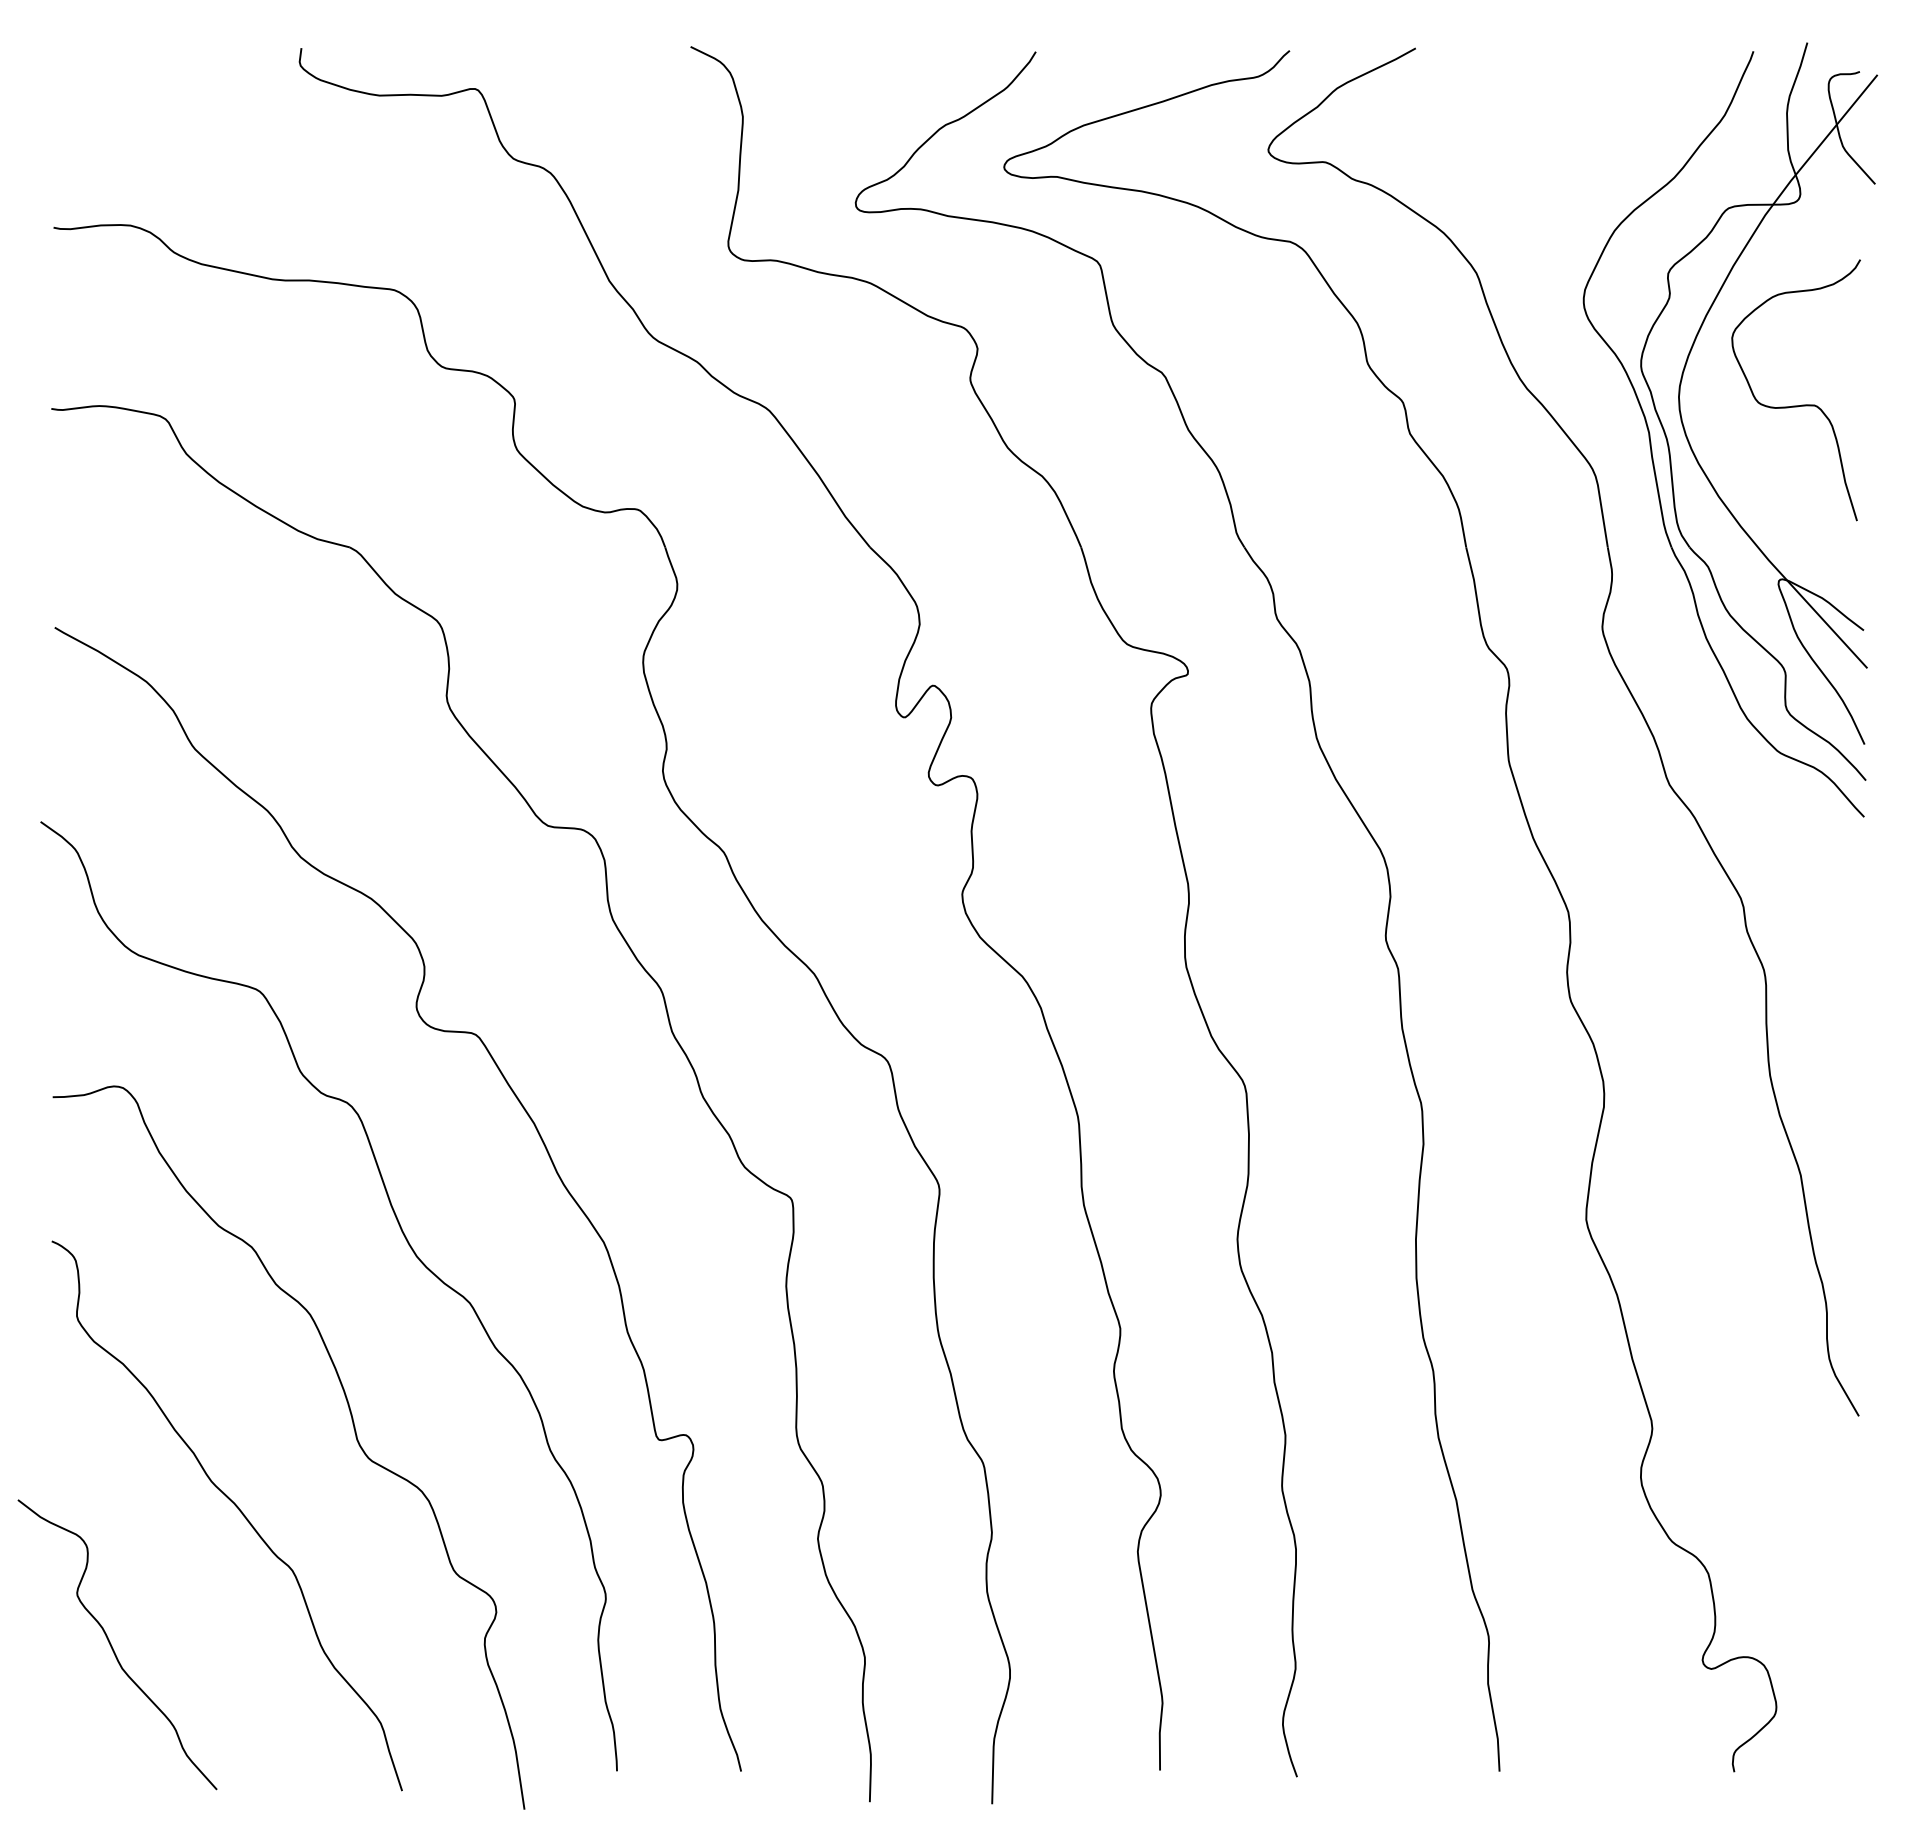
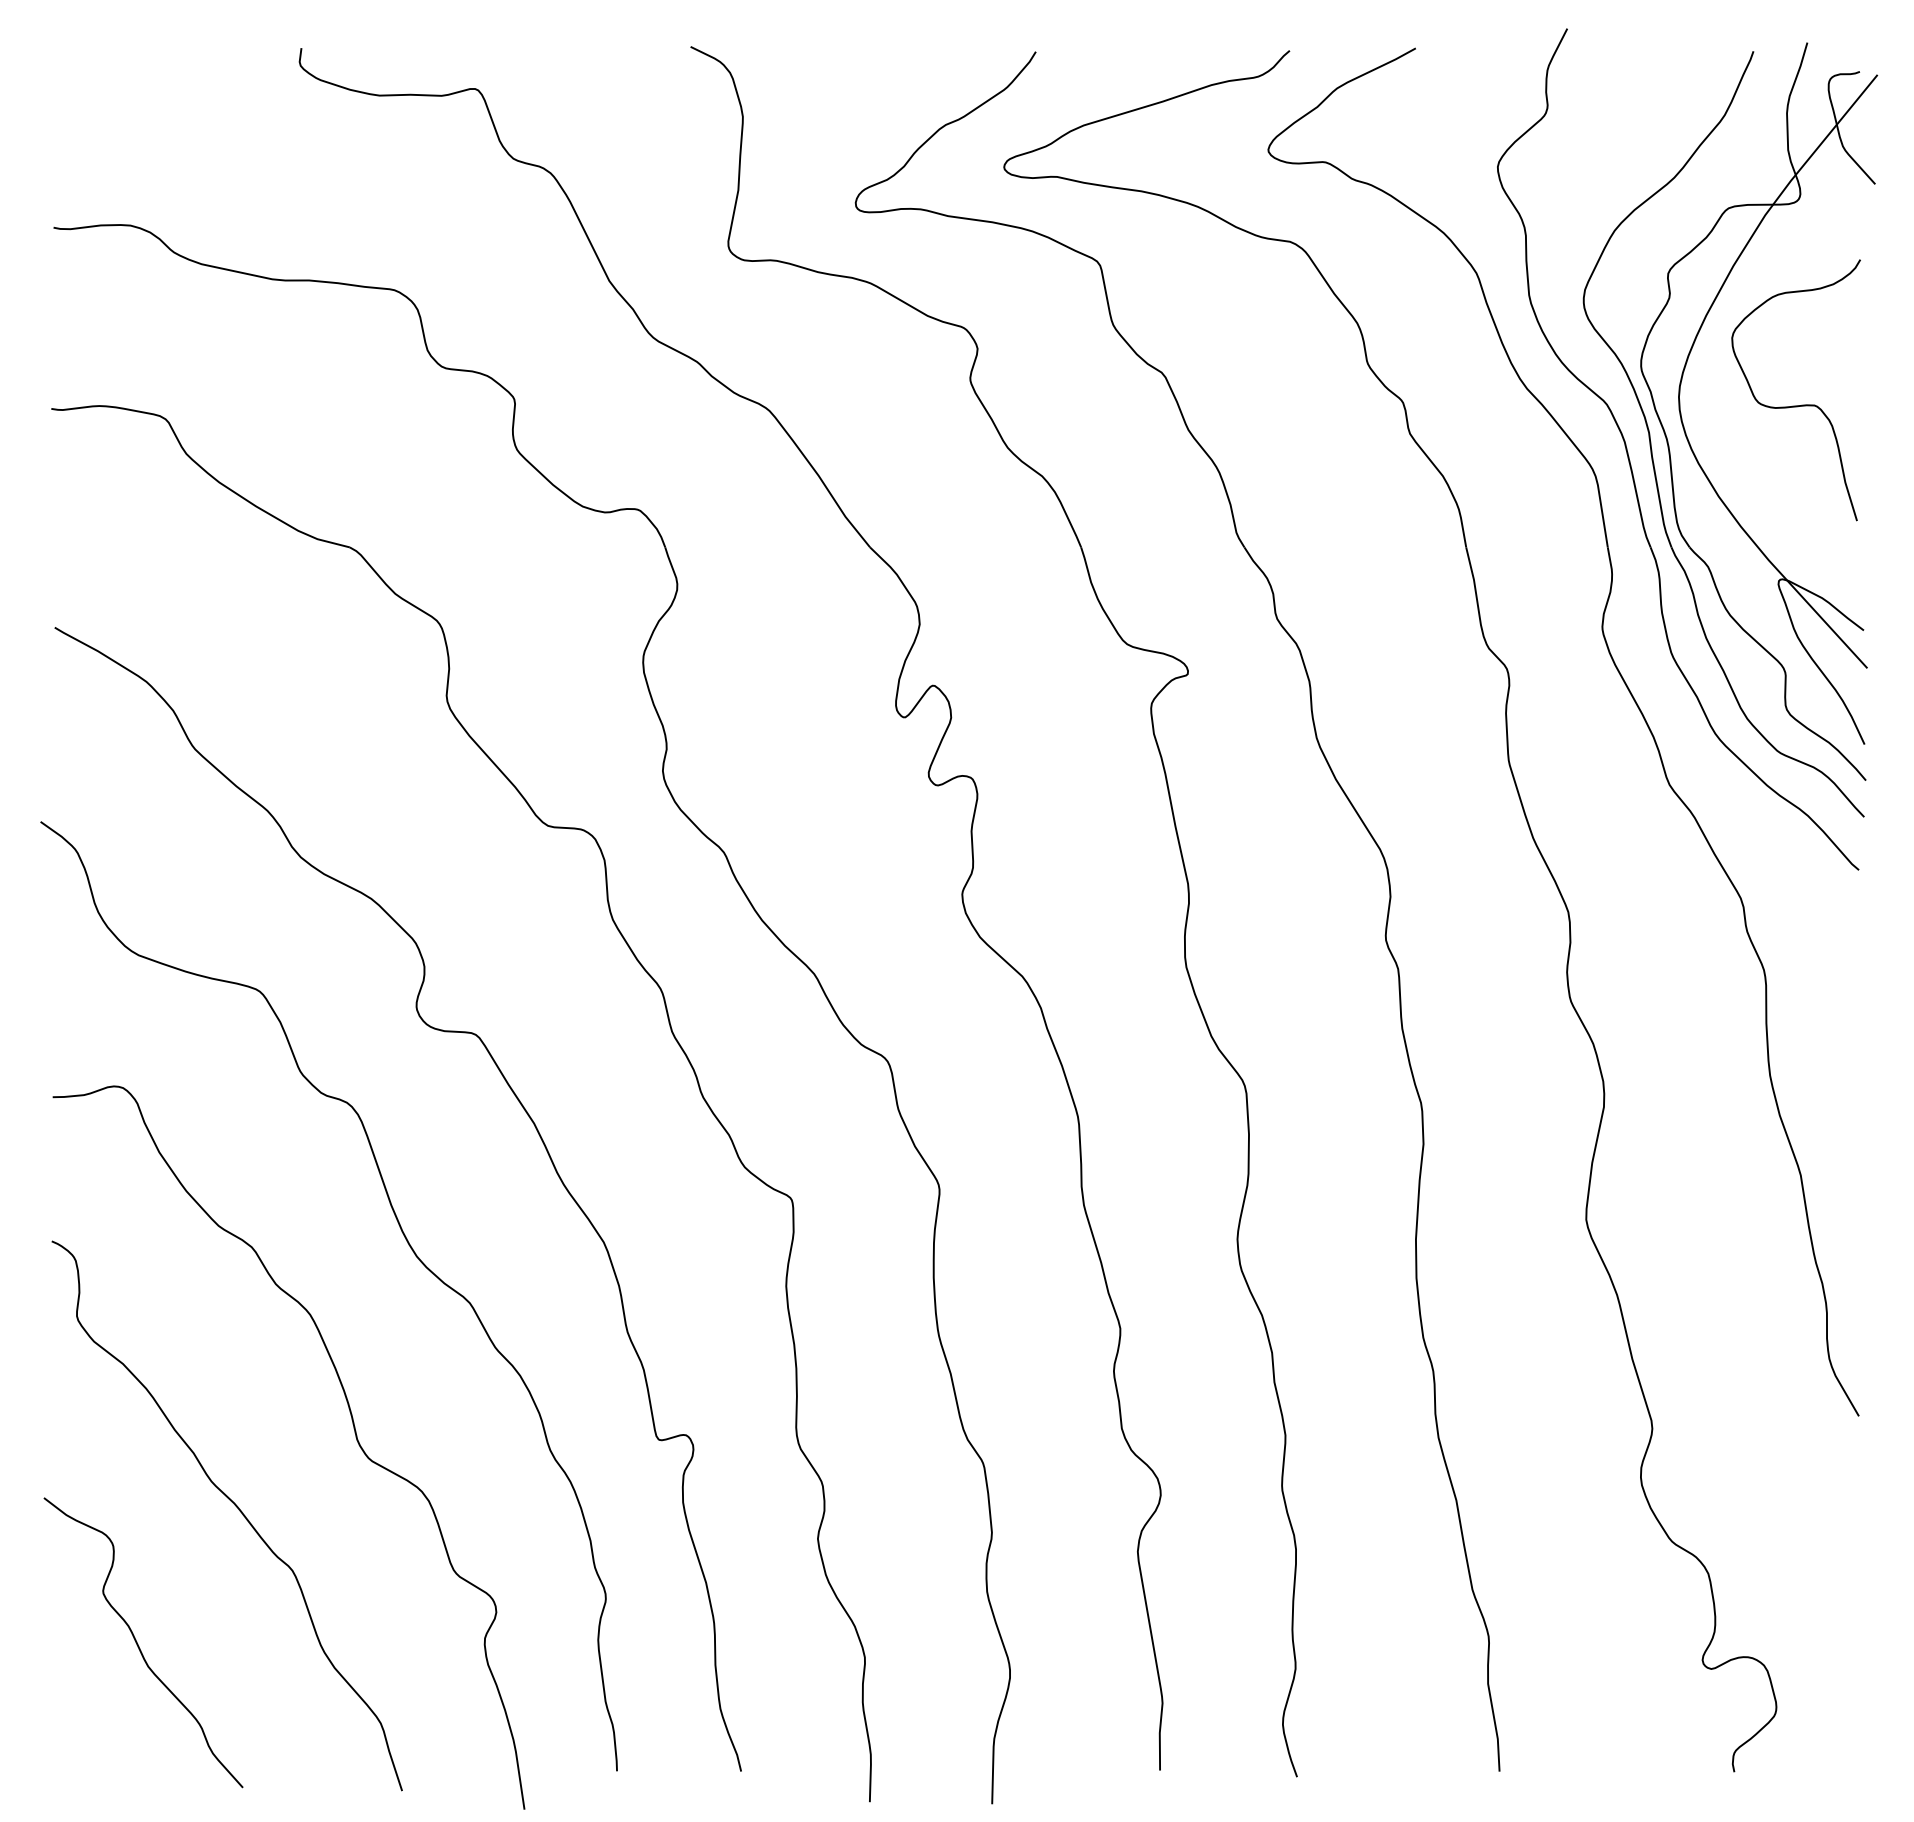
part at (1630, 460): none -> present
curve at (112, 1646) position: (112, 1646) -> (138, 1644)
